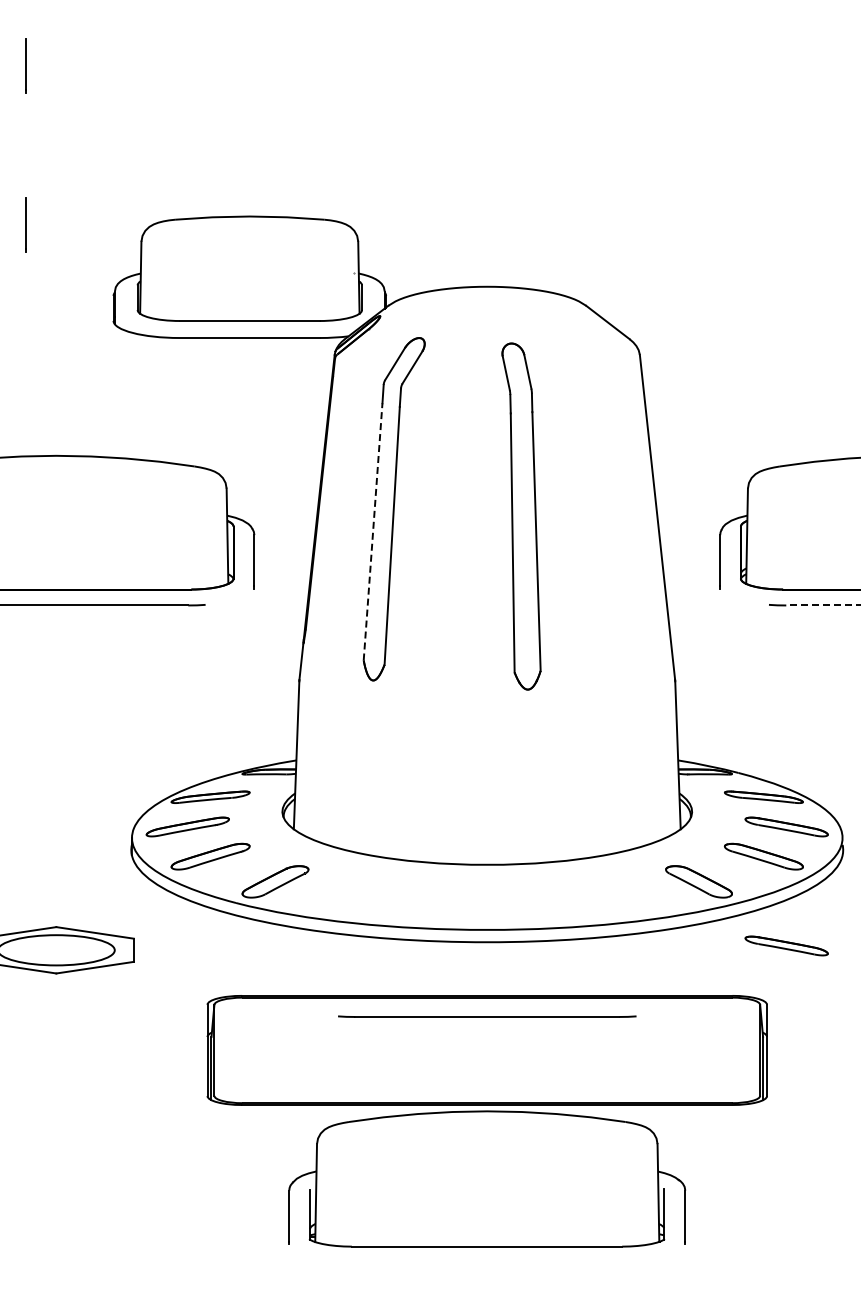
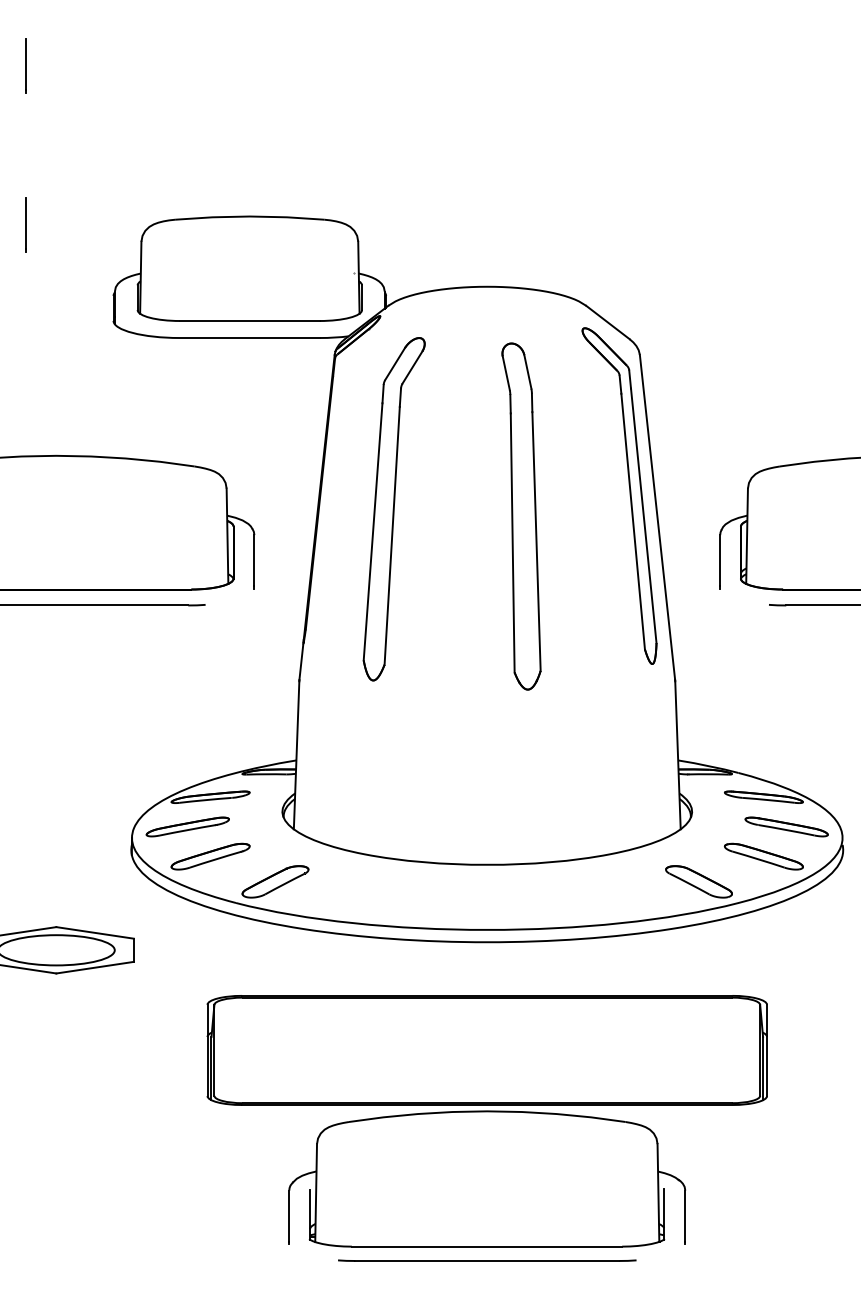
part at (629, 495): none -> present
line at (373, 531): dashed -> solid
line at (823, 605): dashed -> solid
part at (786, 945): present -> none
line at (487, 1016) position: (487, 1016) -> (487, 1260)
